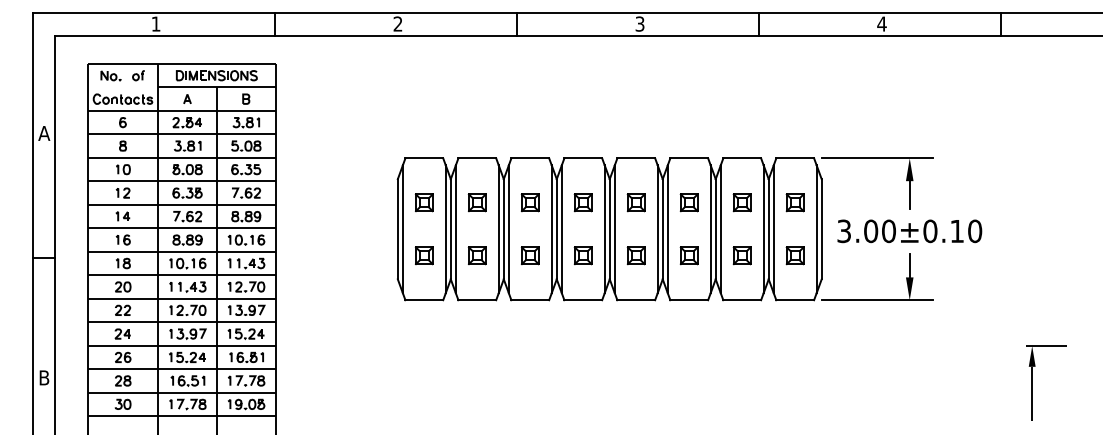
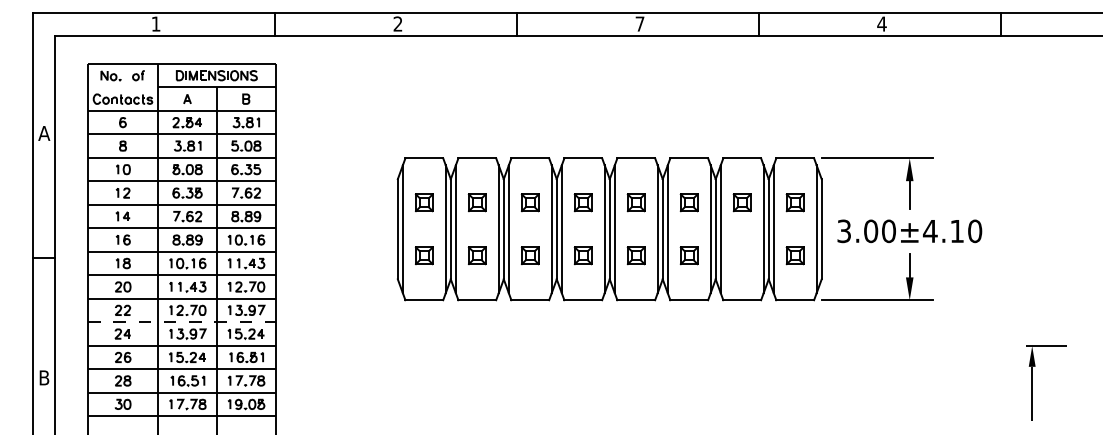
text at (639, 23): 3 -> 7
text at (930, 231): 3.00±0.10 -> 3.00±4.10
part at (741, 255): present -> none
line at (181, 322): solid -> dashed
